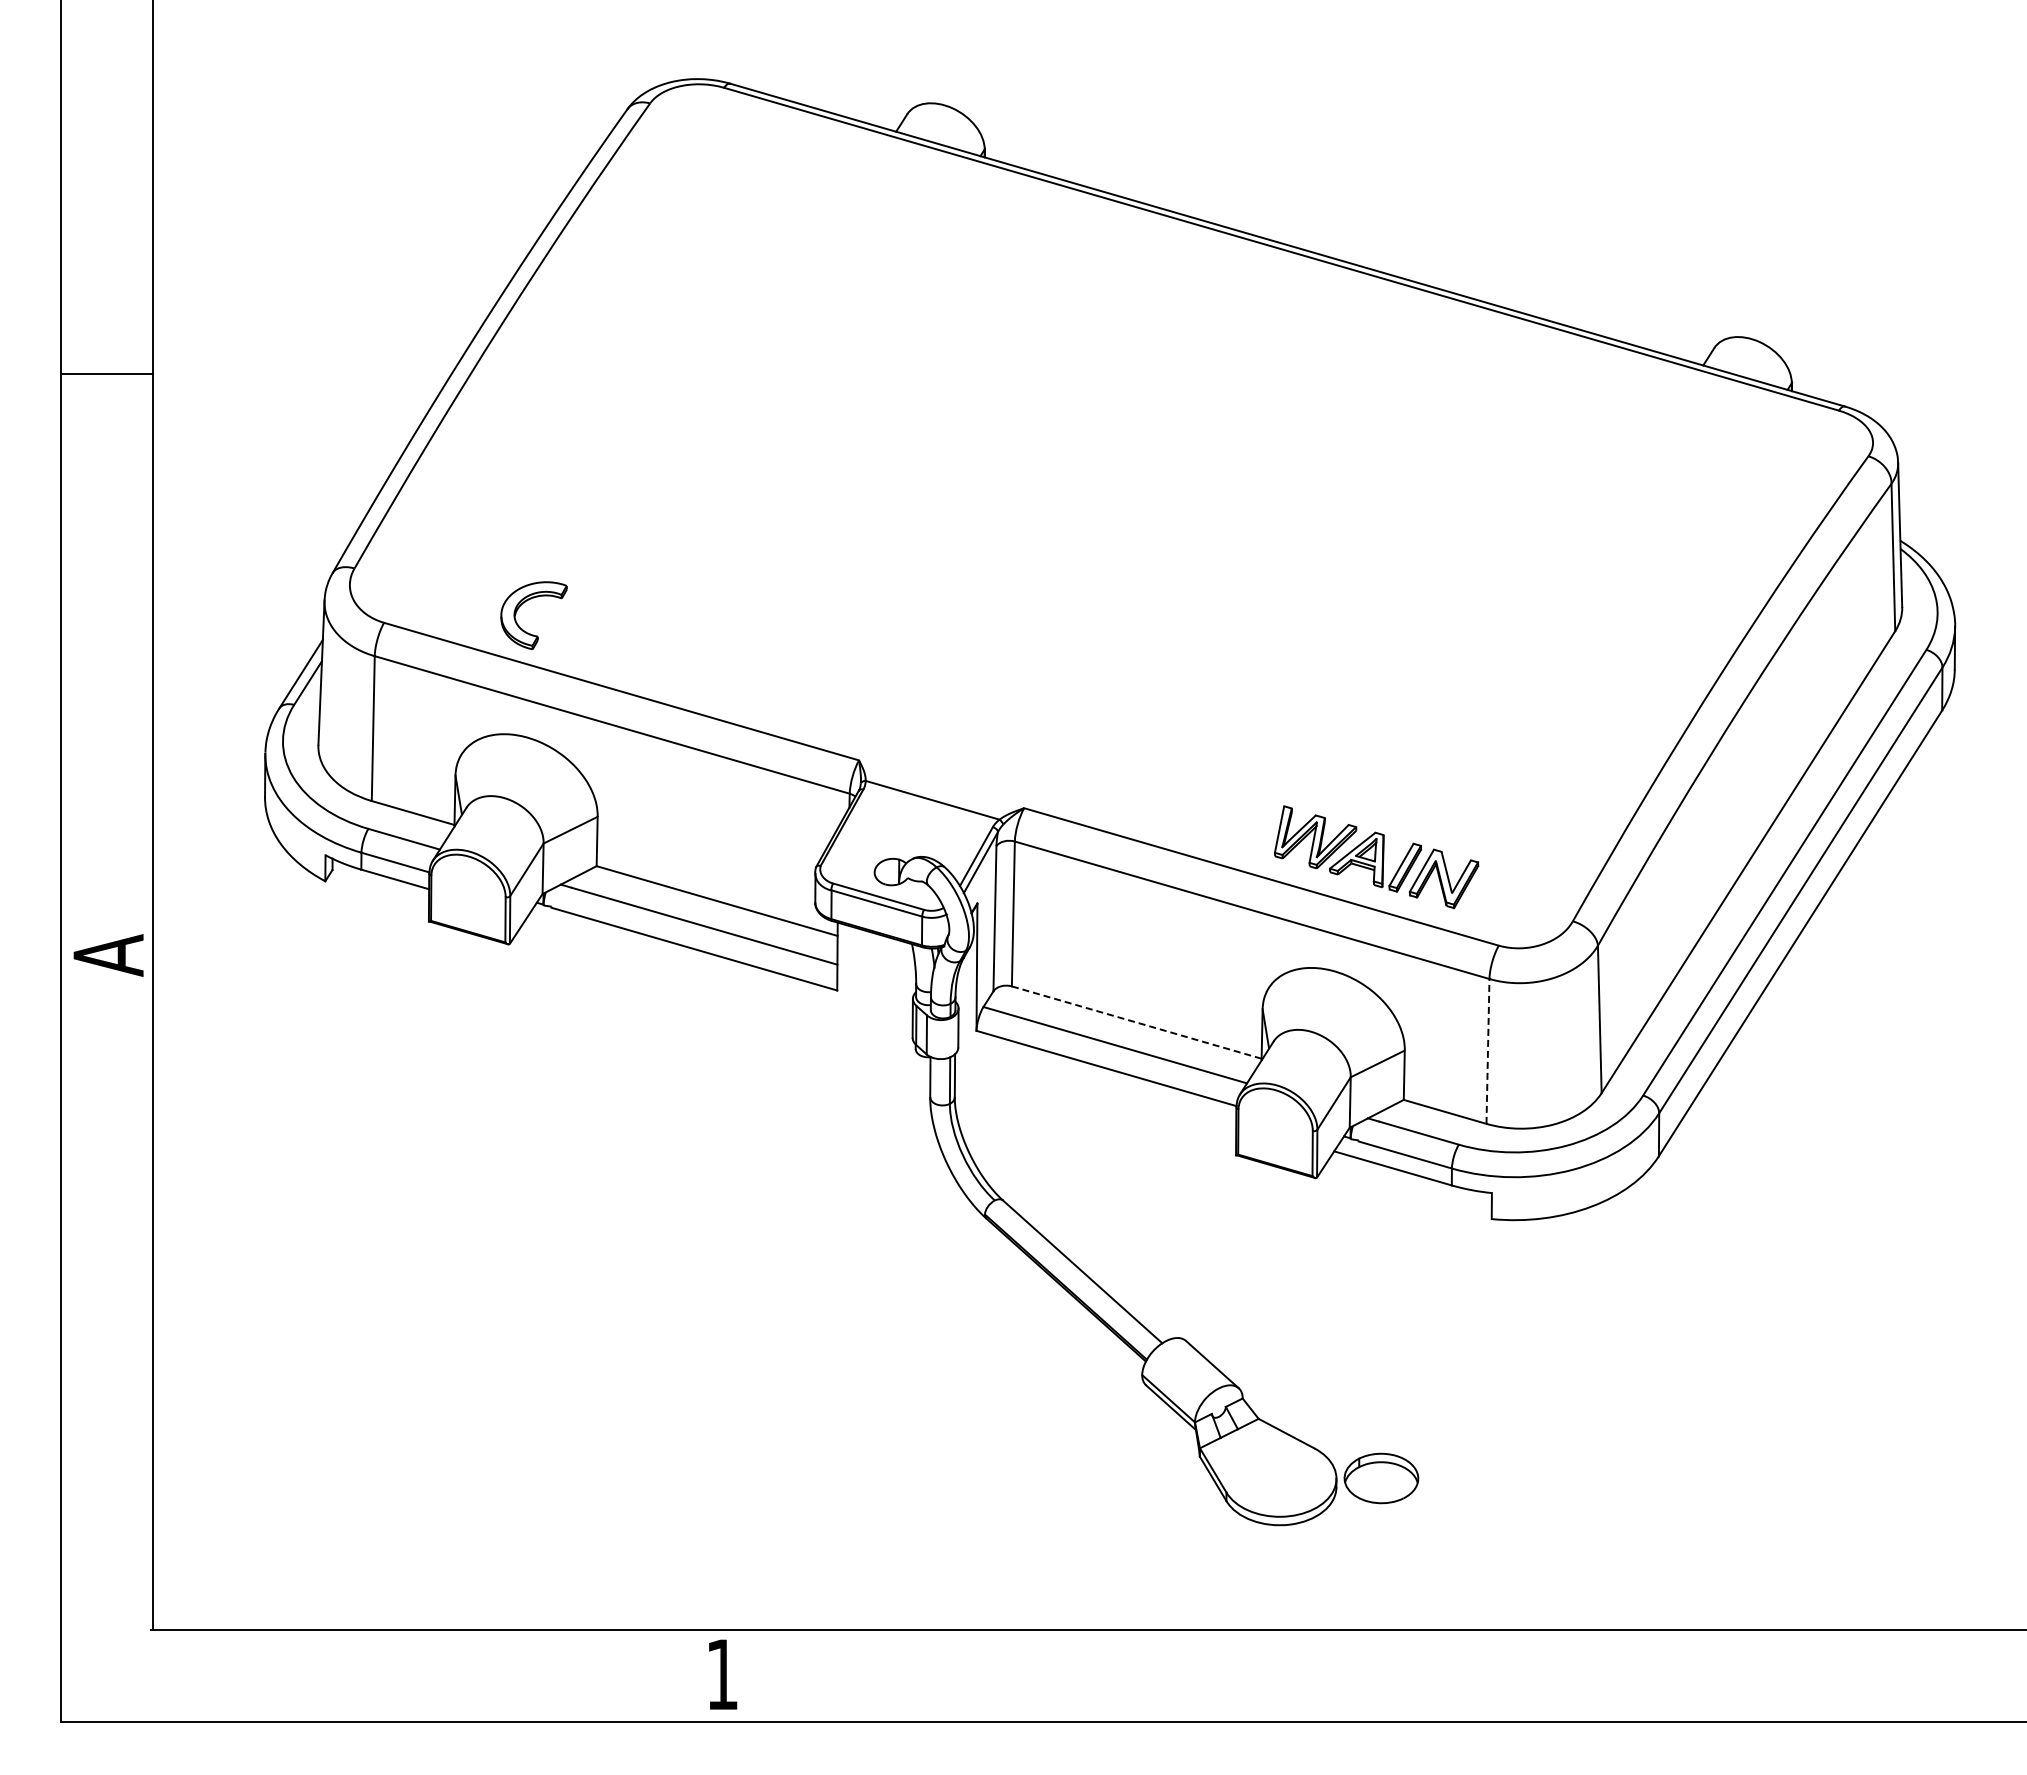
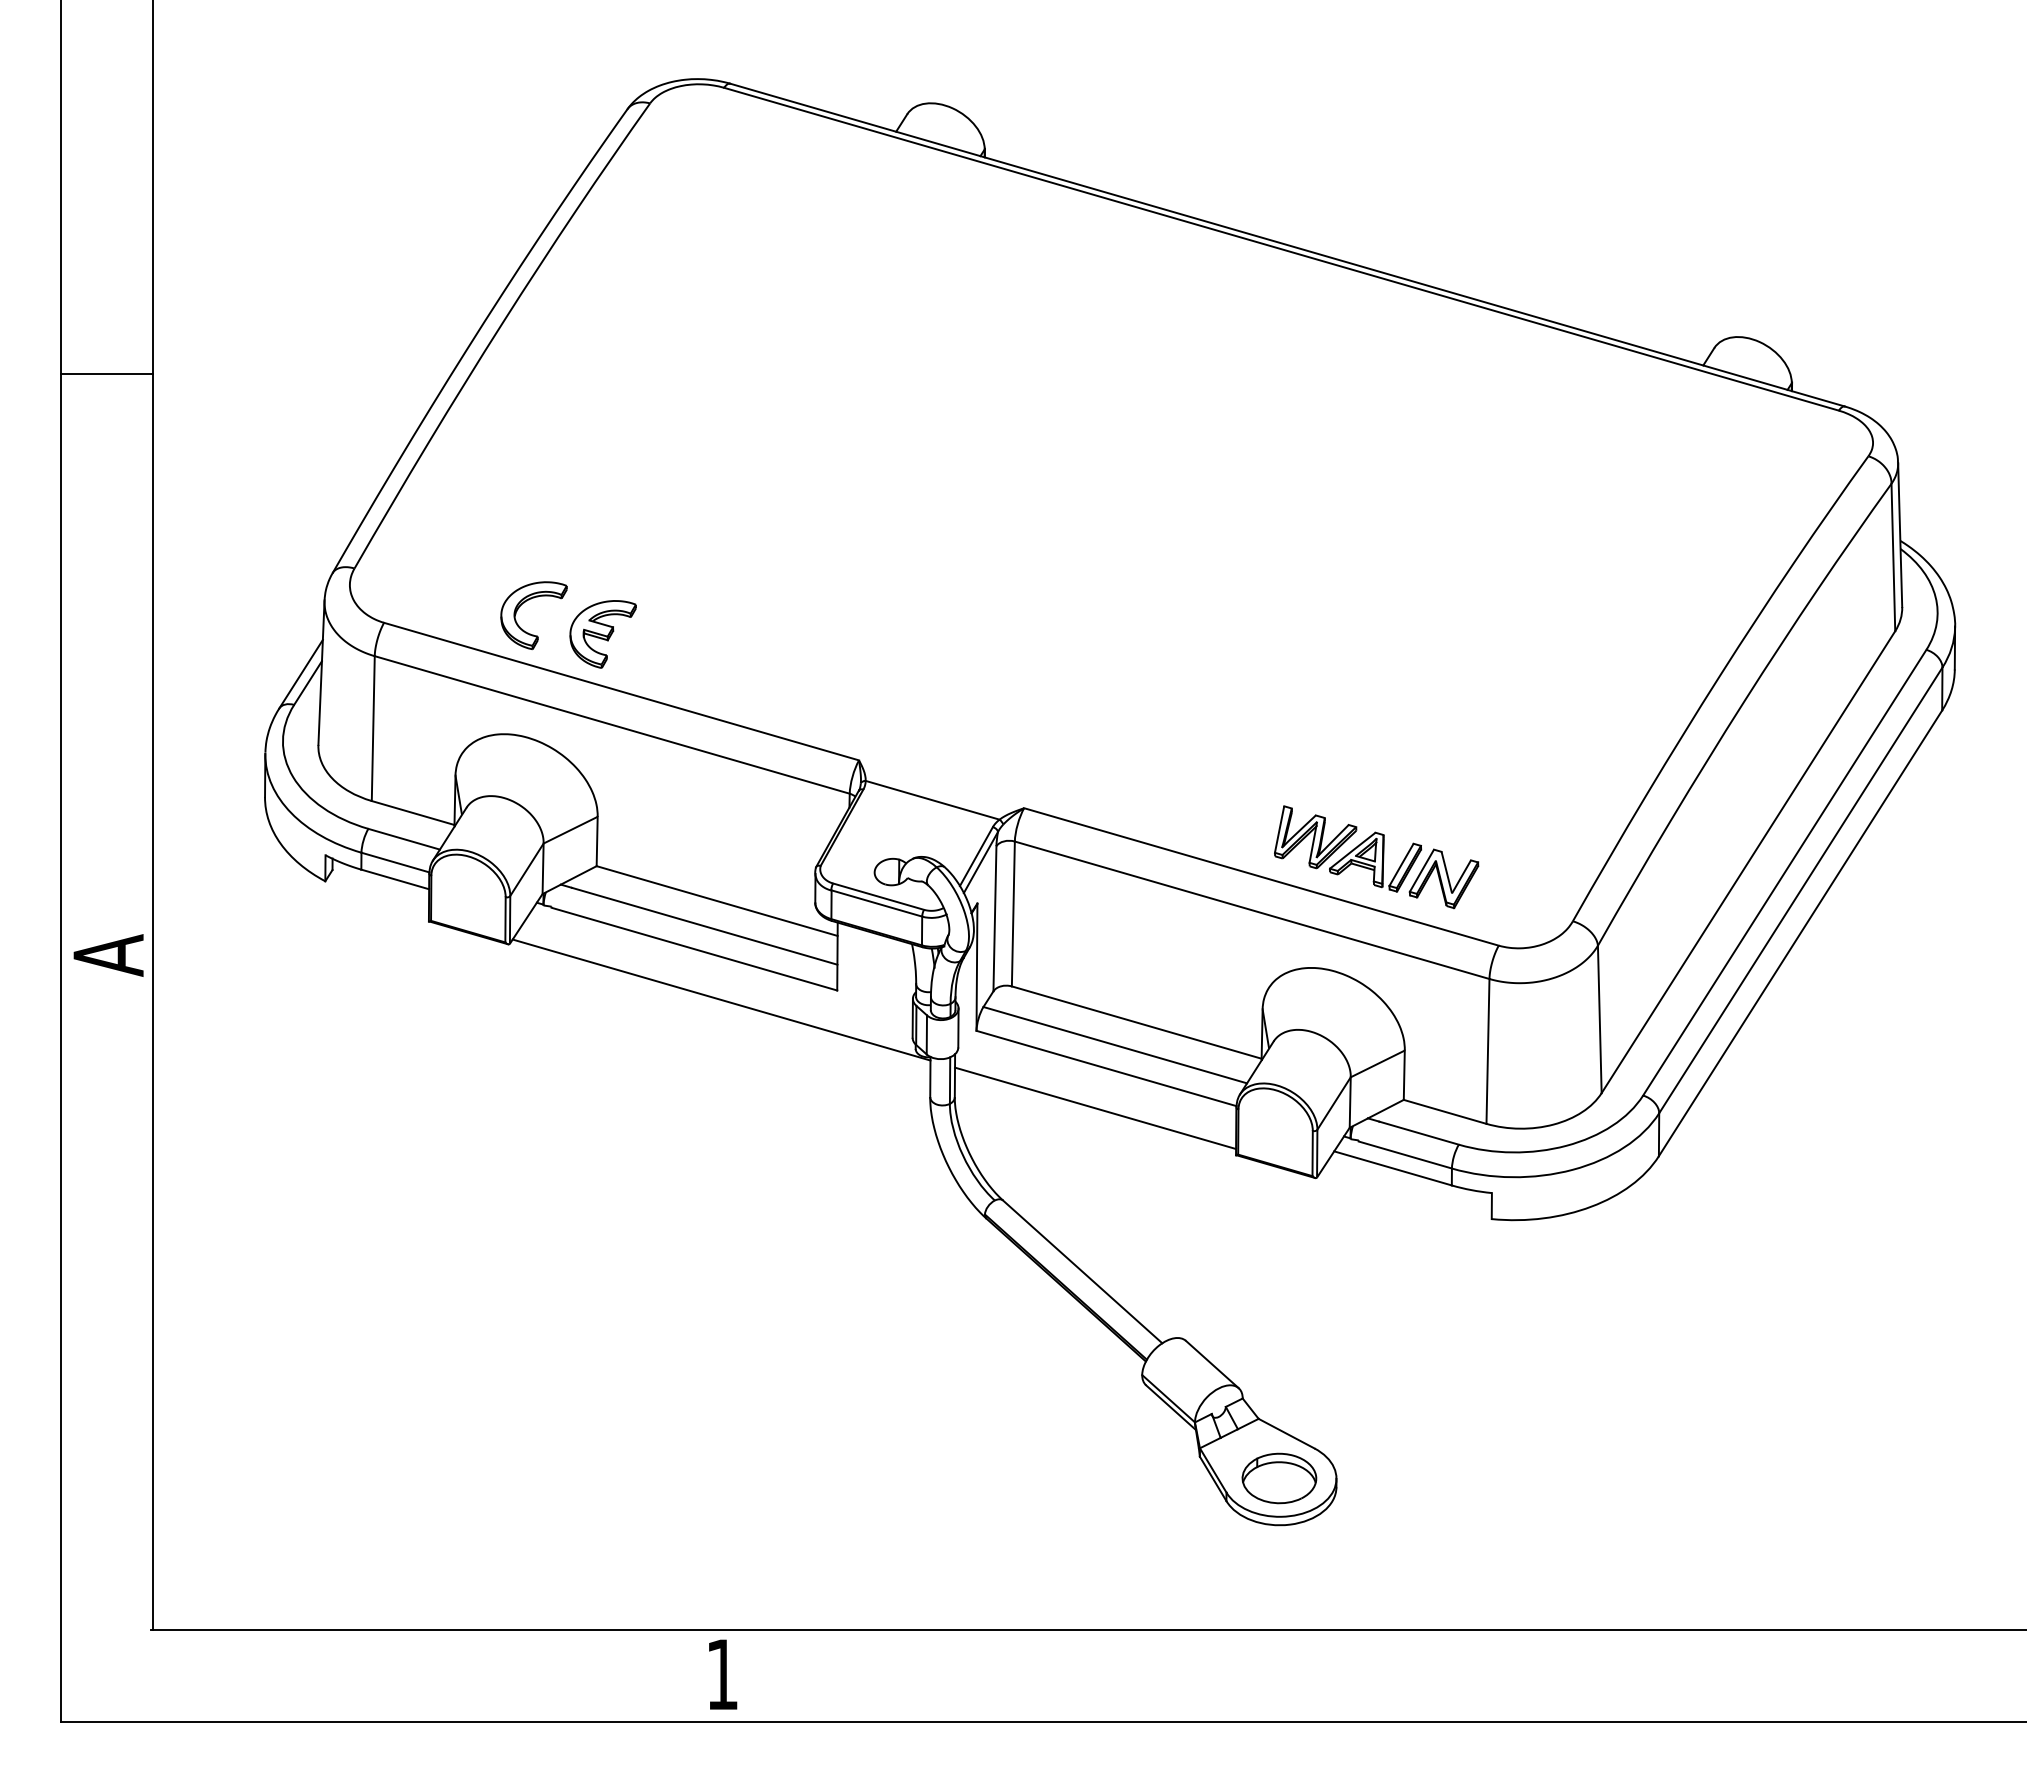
part at (602, 634): none -> present
line at (721, 999): none -> present
line at (1136, 1022): dashed -> solid
line at (1487, 1050): dashed -> solid
line at (1095, 1108): none -> present
part at (1381, 1478) position: (1381, 1478) -> (1279, 1478)
